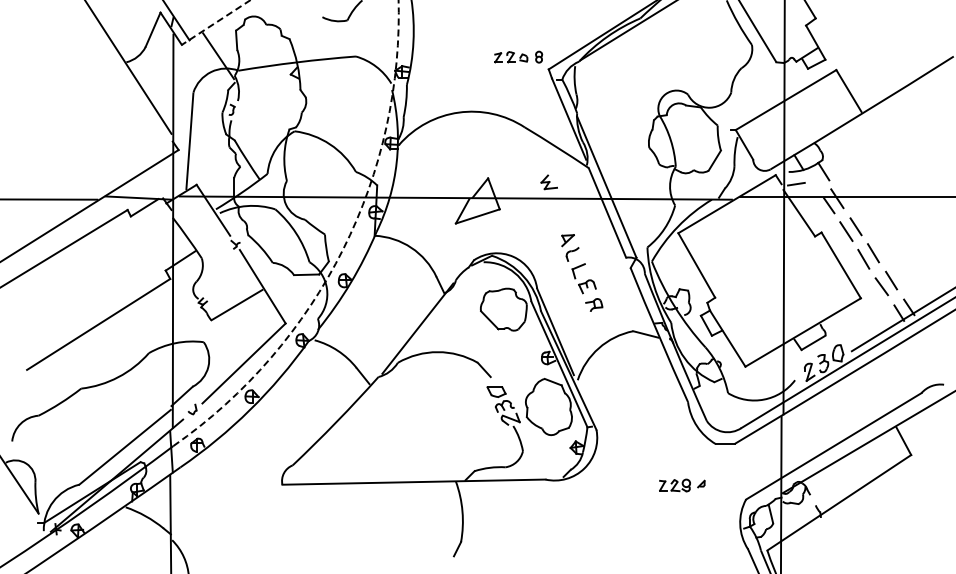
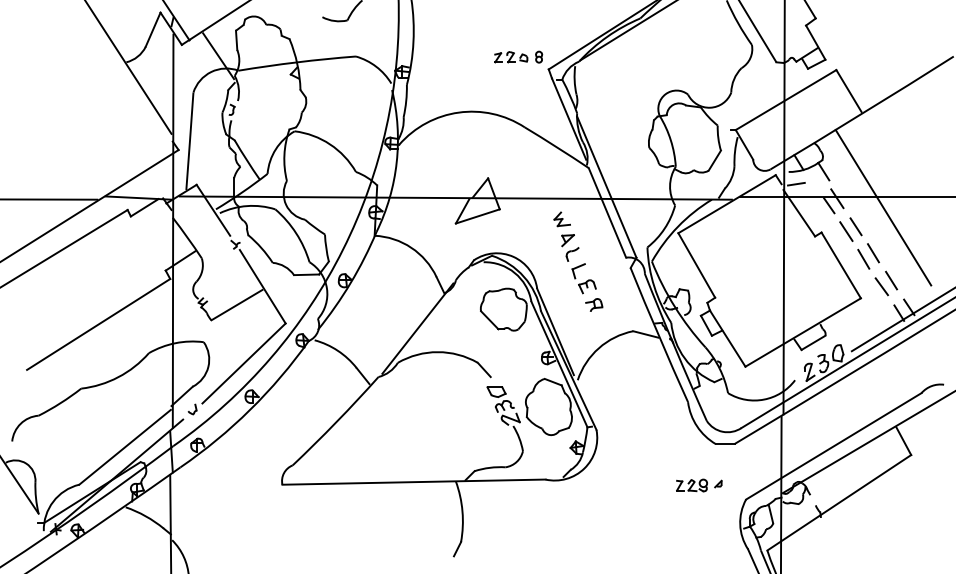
line at (216, 22): dashed -> solid
part at (548, 182) position: (548, 182) -> (561, 219)
line at (883, 207): none -> present
arc at (342, 251): dashed -> solid
part at (682, 485) position: (682, 485) -> (699, 485)
